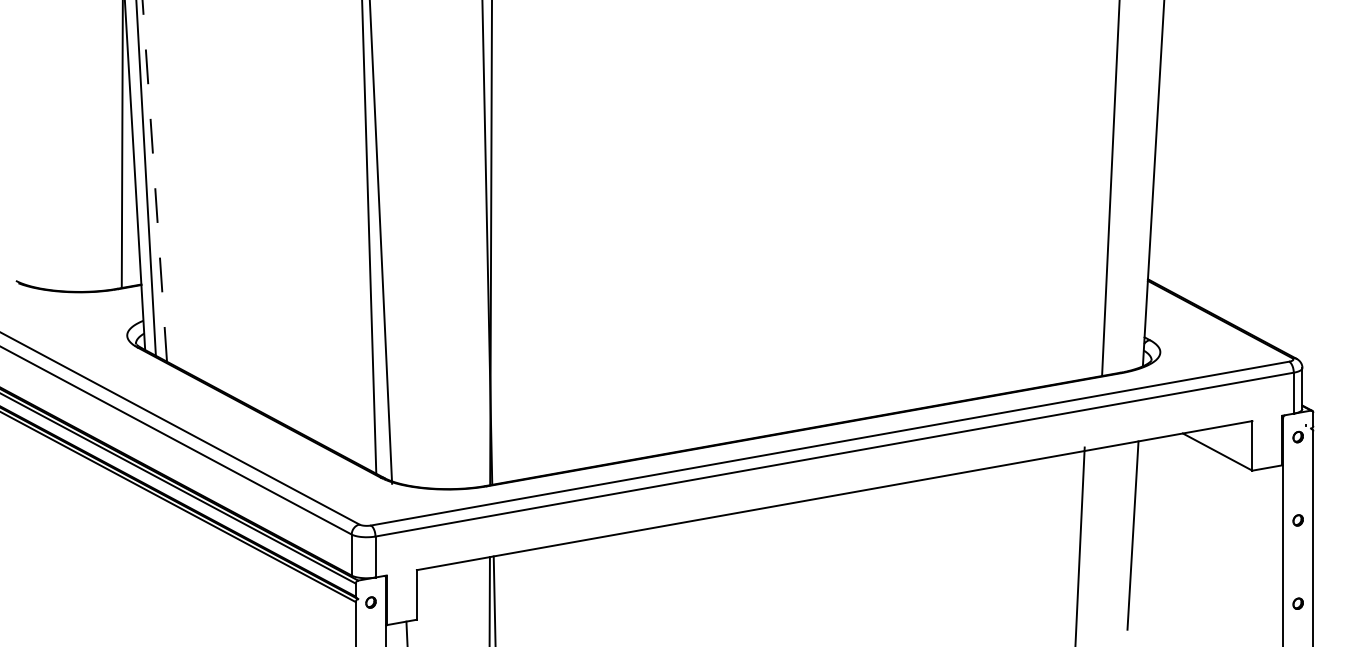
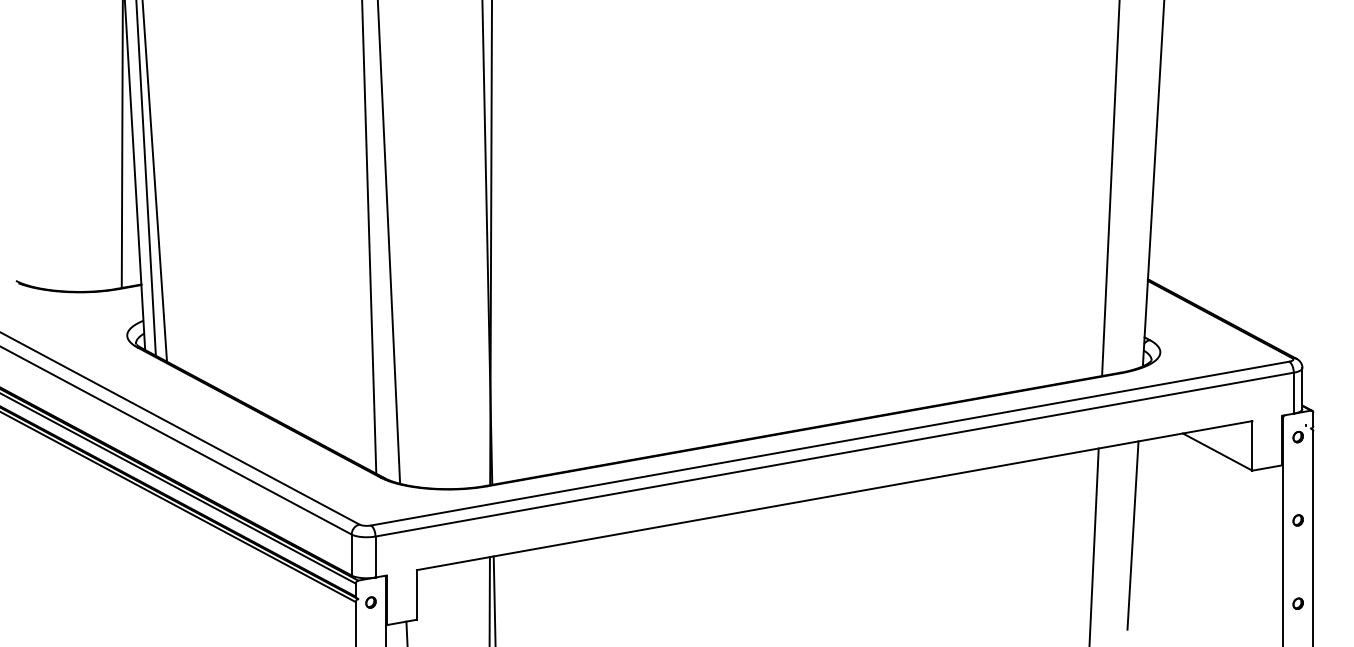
line at (154, 180): dashed -> solid
line at (380, 242) position: (380, 242) -> (388, 242)
line at (1079, 545) position: (1079, 545) -> (1093, 545)
